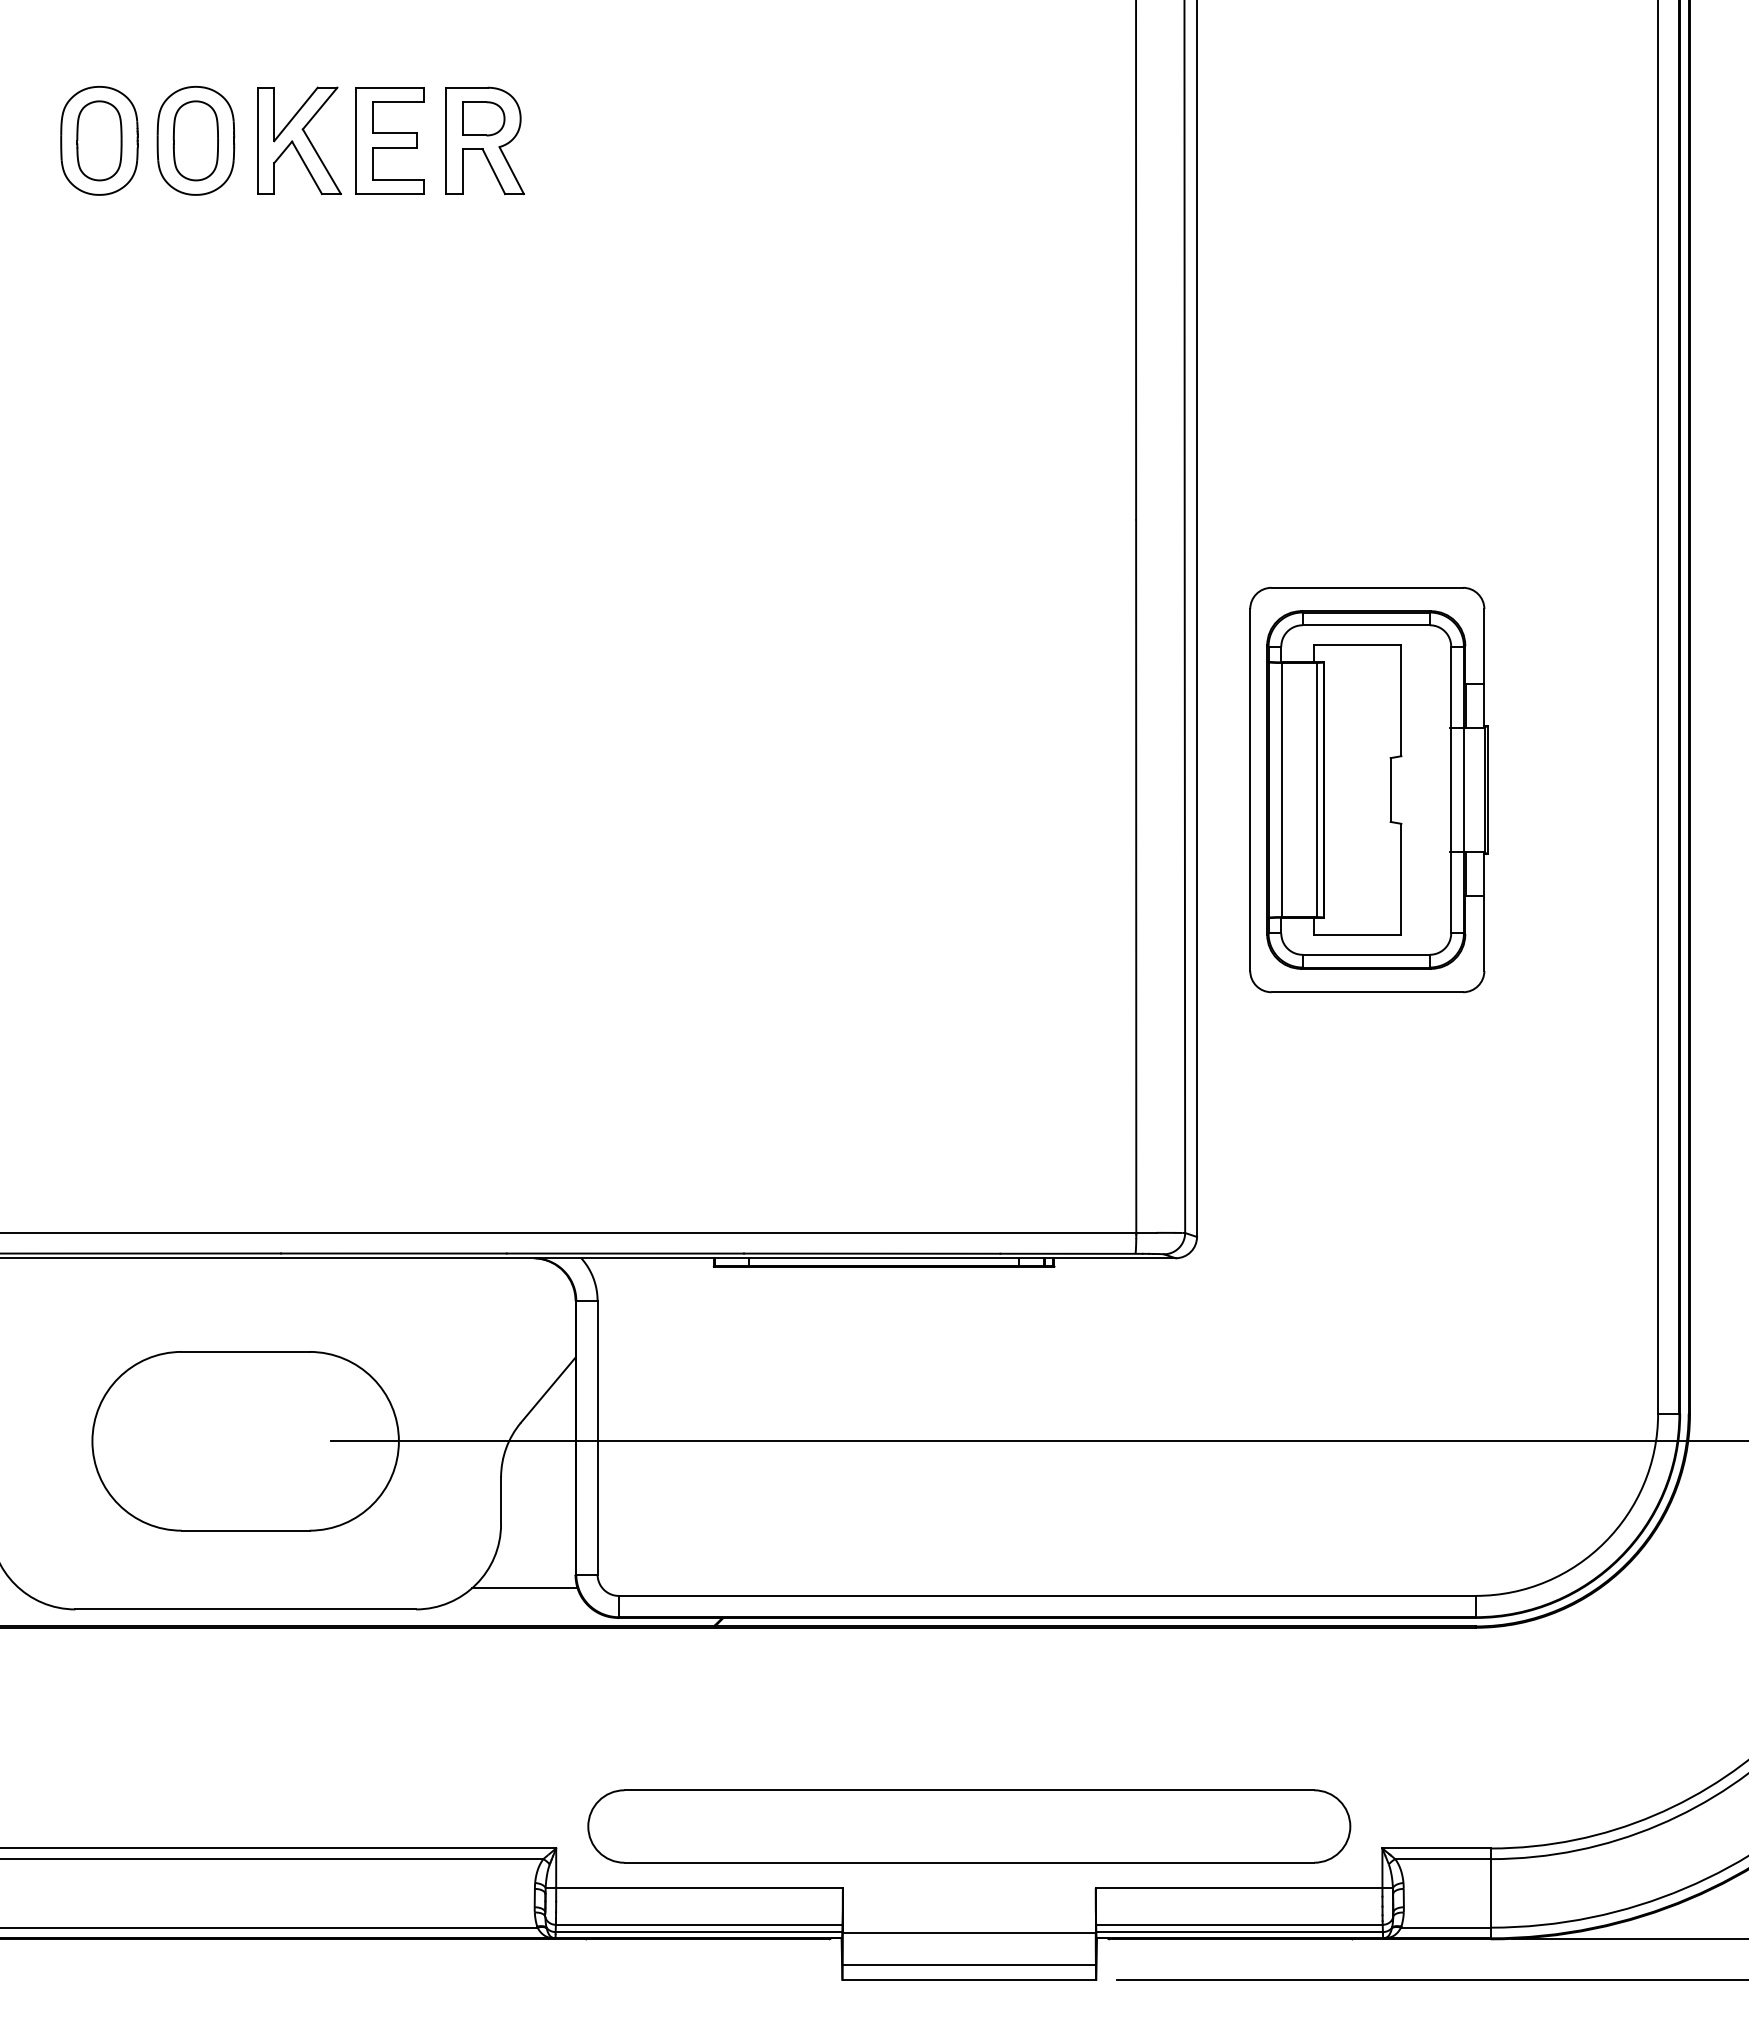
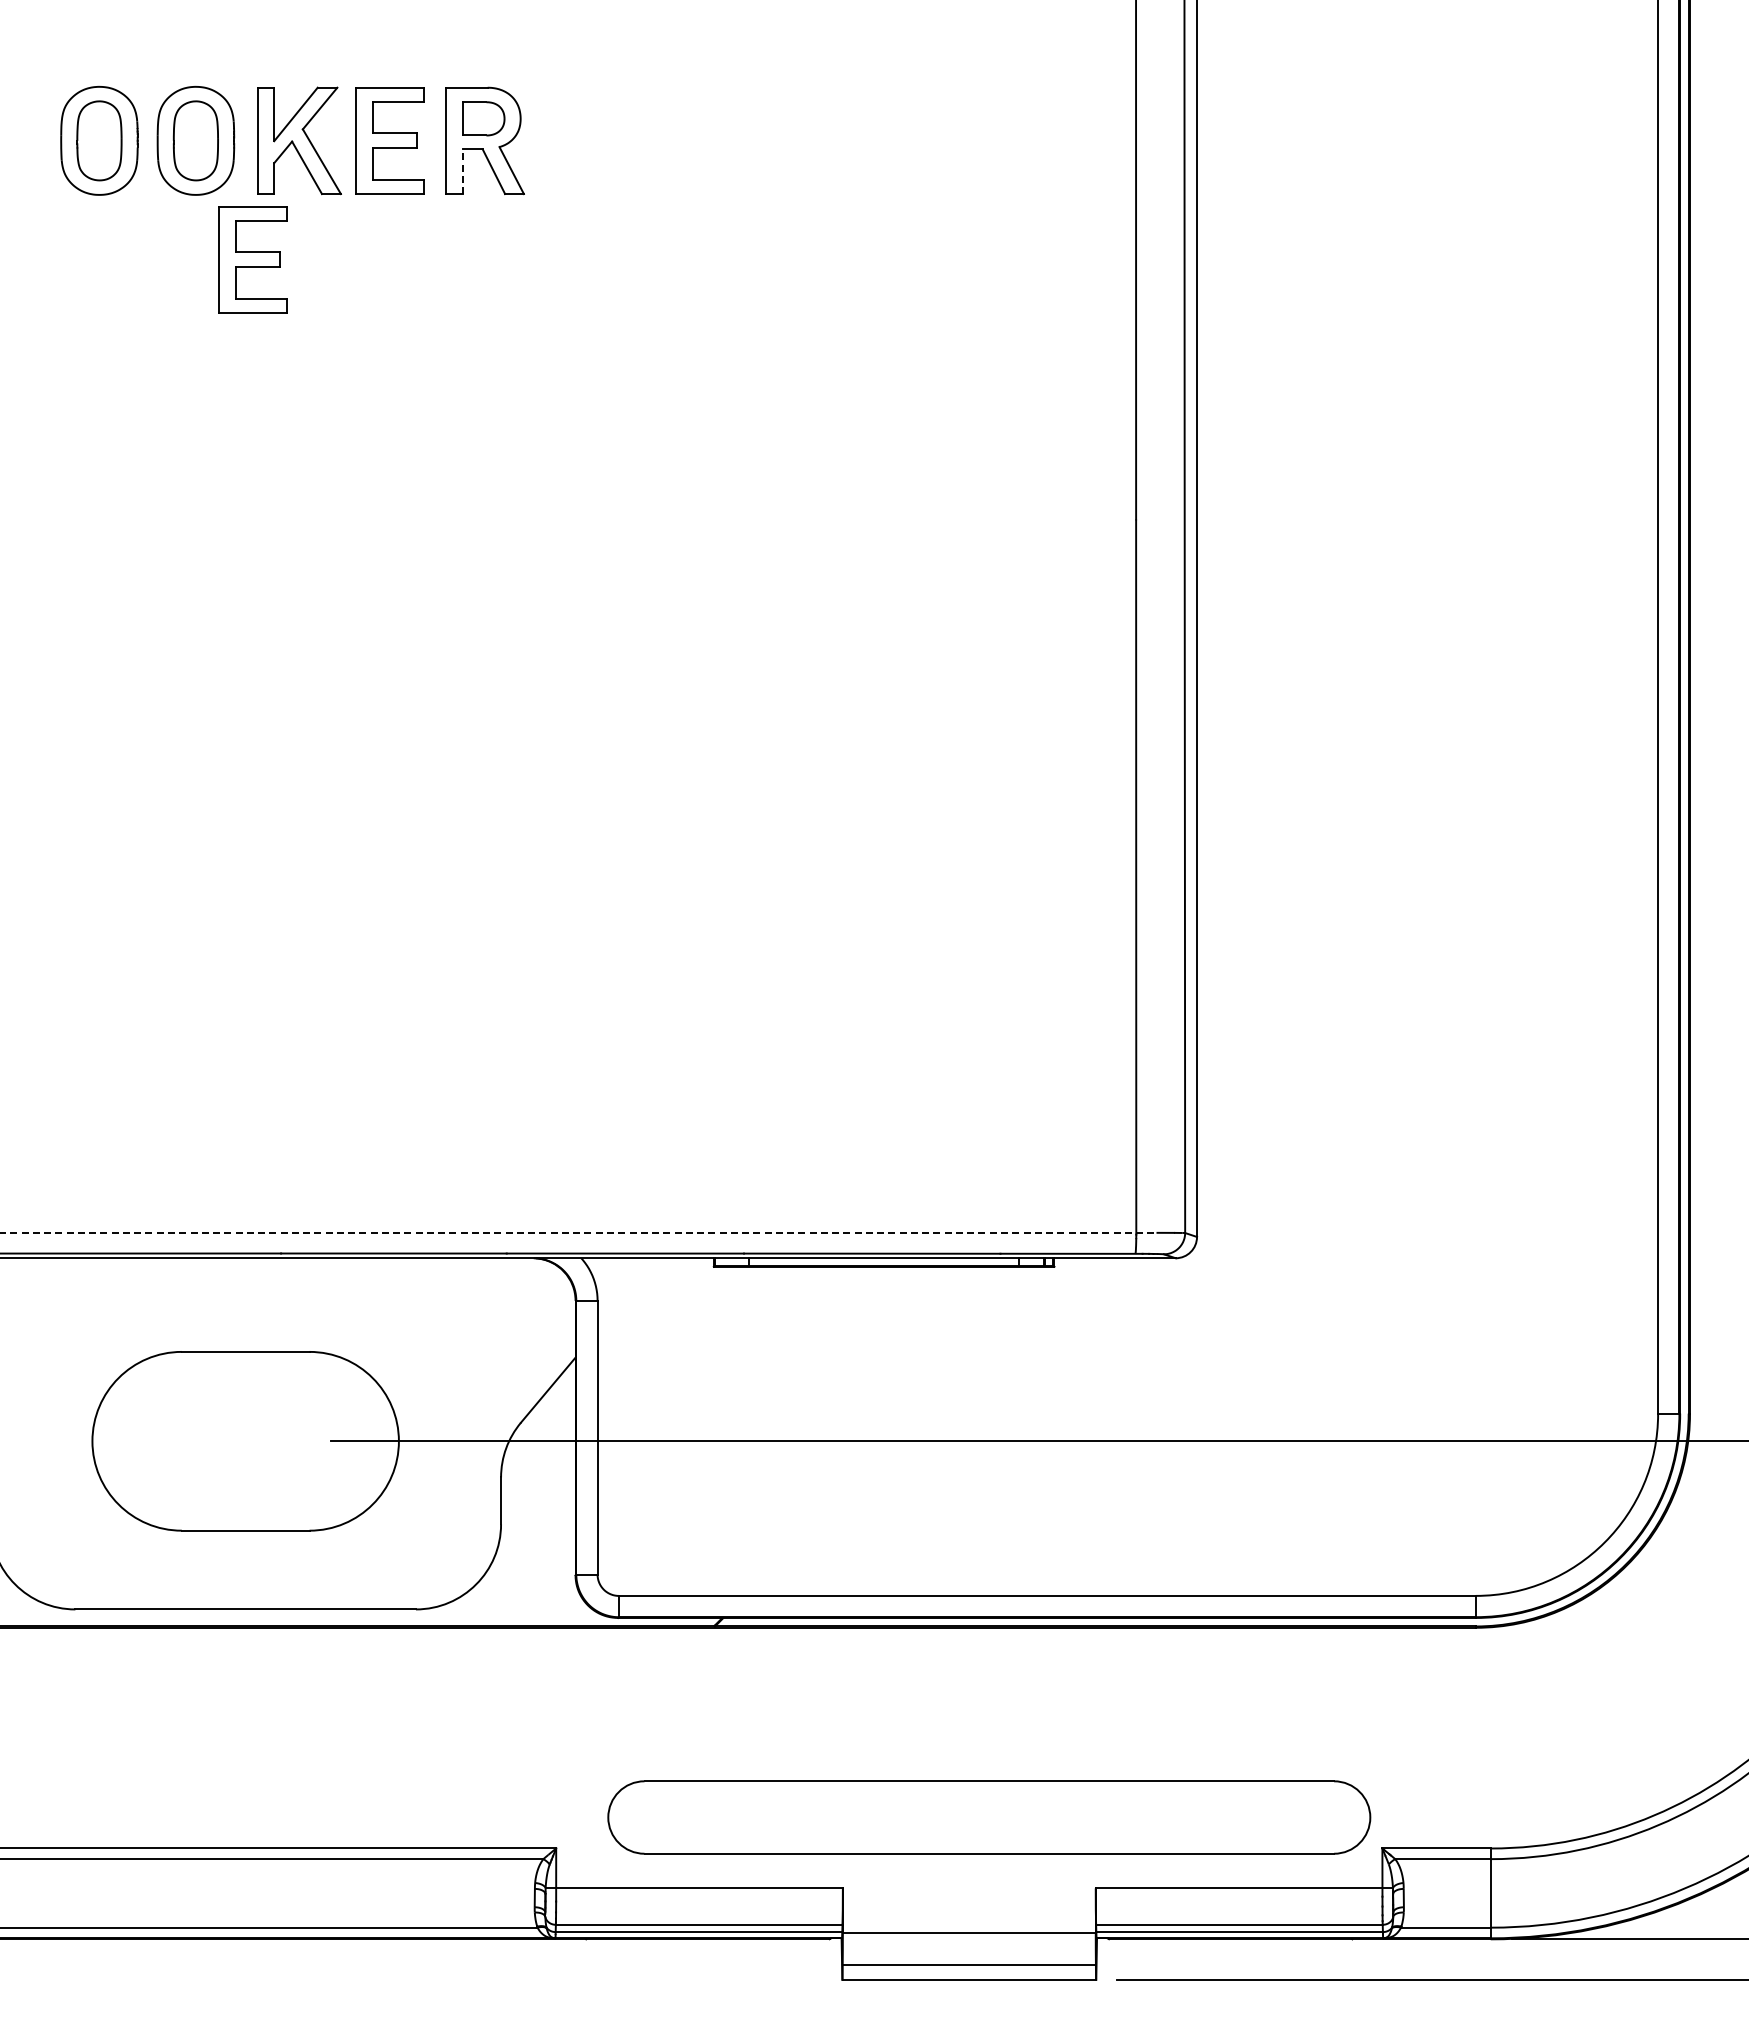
line at (462, 171): solid -> dashed
part at (252, 259): none -> present
part at (1368, 790): present -> none
line at (579, 1232): solid -> dashed
line at (524, 1588): present -> none
part at (969, 1826) position: (969, 1826) -> (989, 1817)
